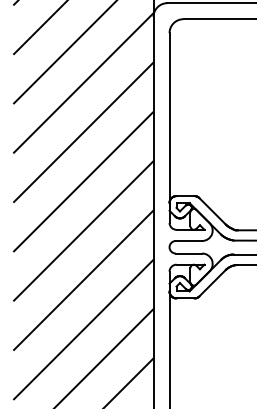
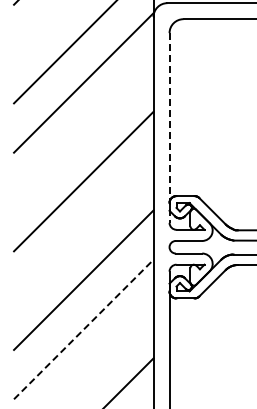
line at (39, 28): present -> none
line at (169, 128): solid -> dashed
line at (83, 132): present -> none
line at (83, 230): present -> none
line at (83, 329): solid -> dashed
line at (105, 357): present -> none
